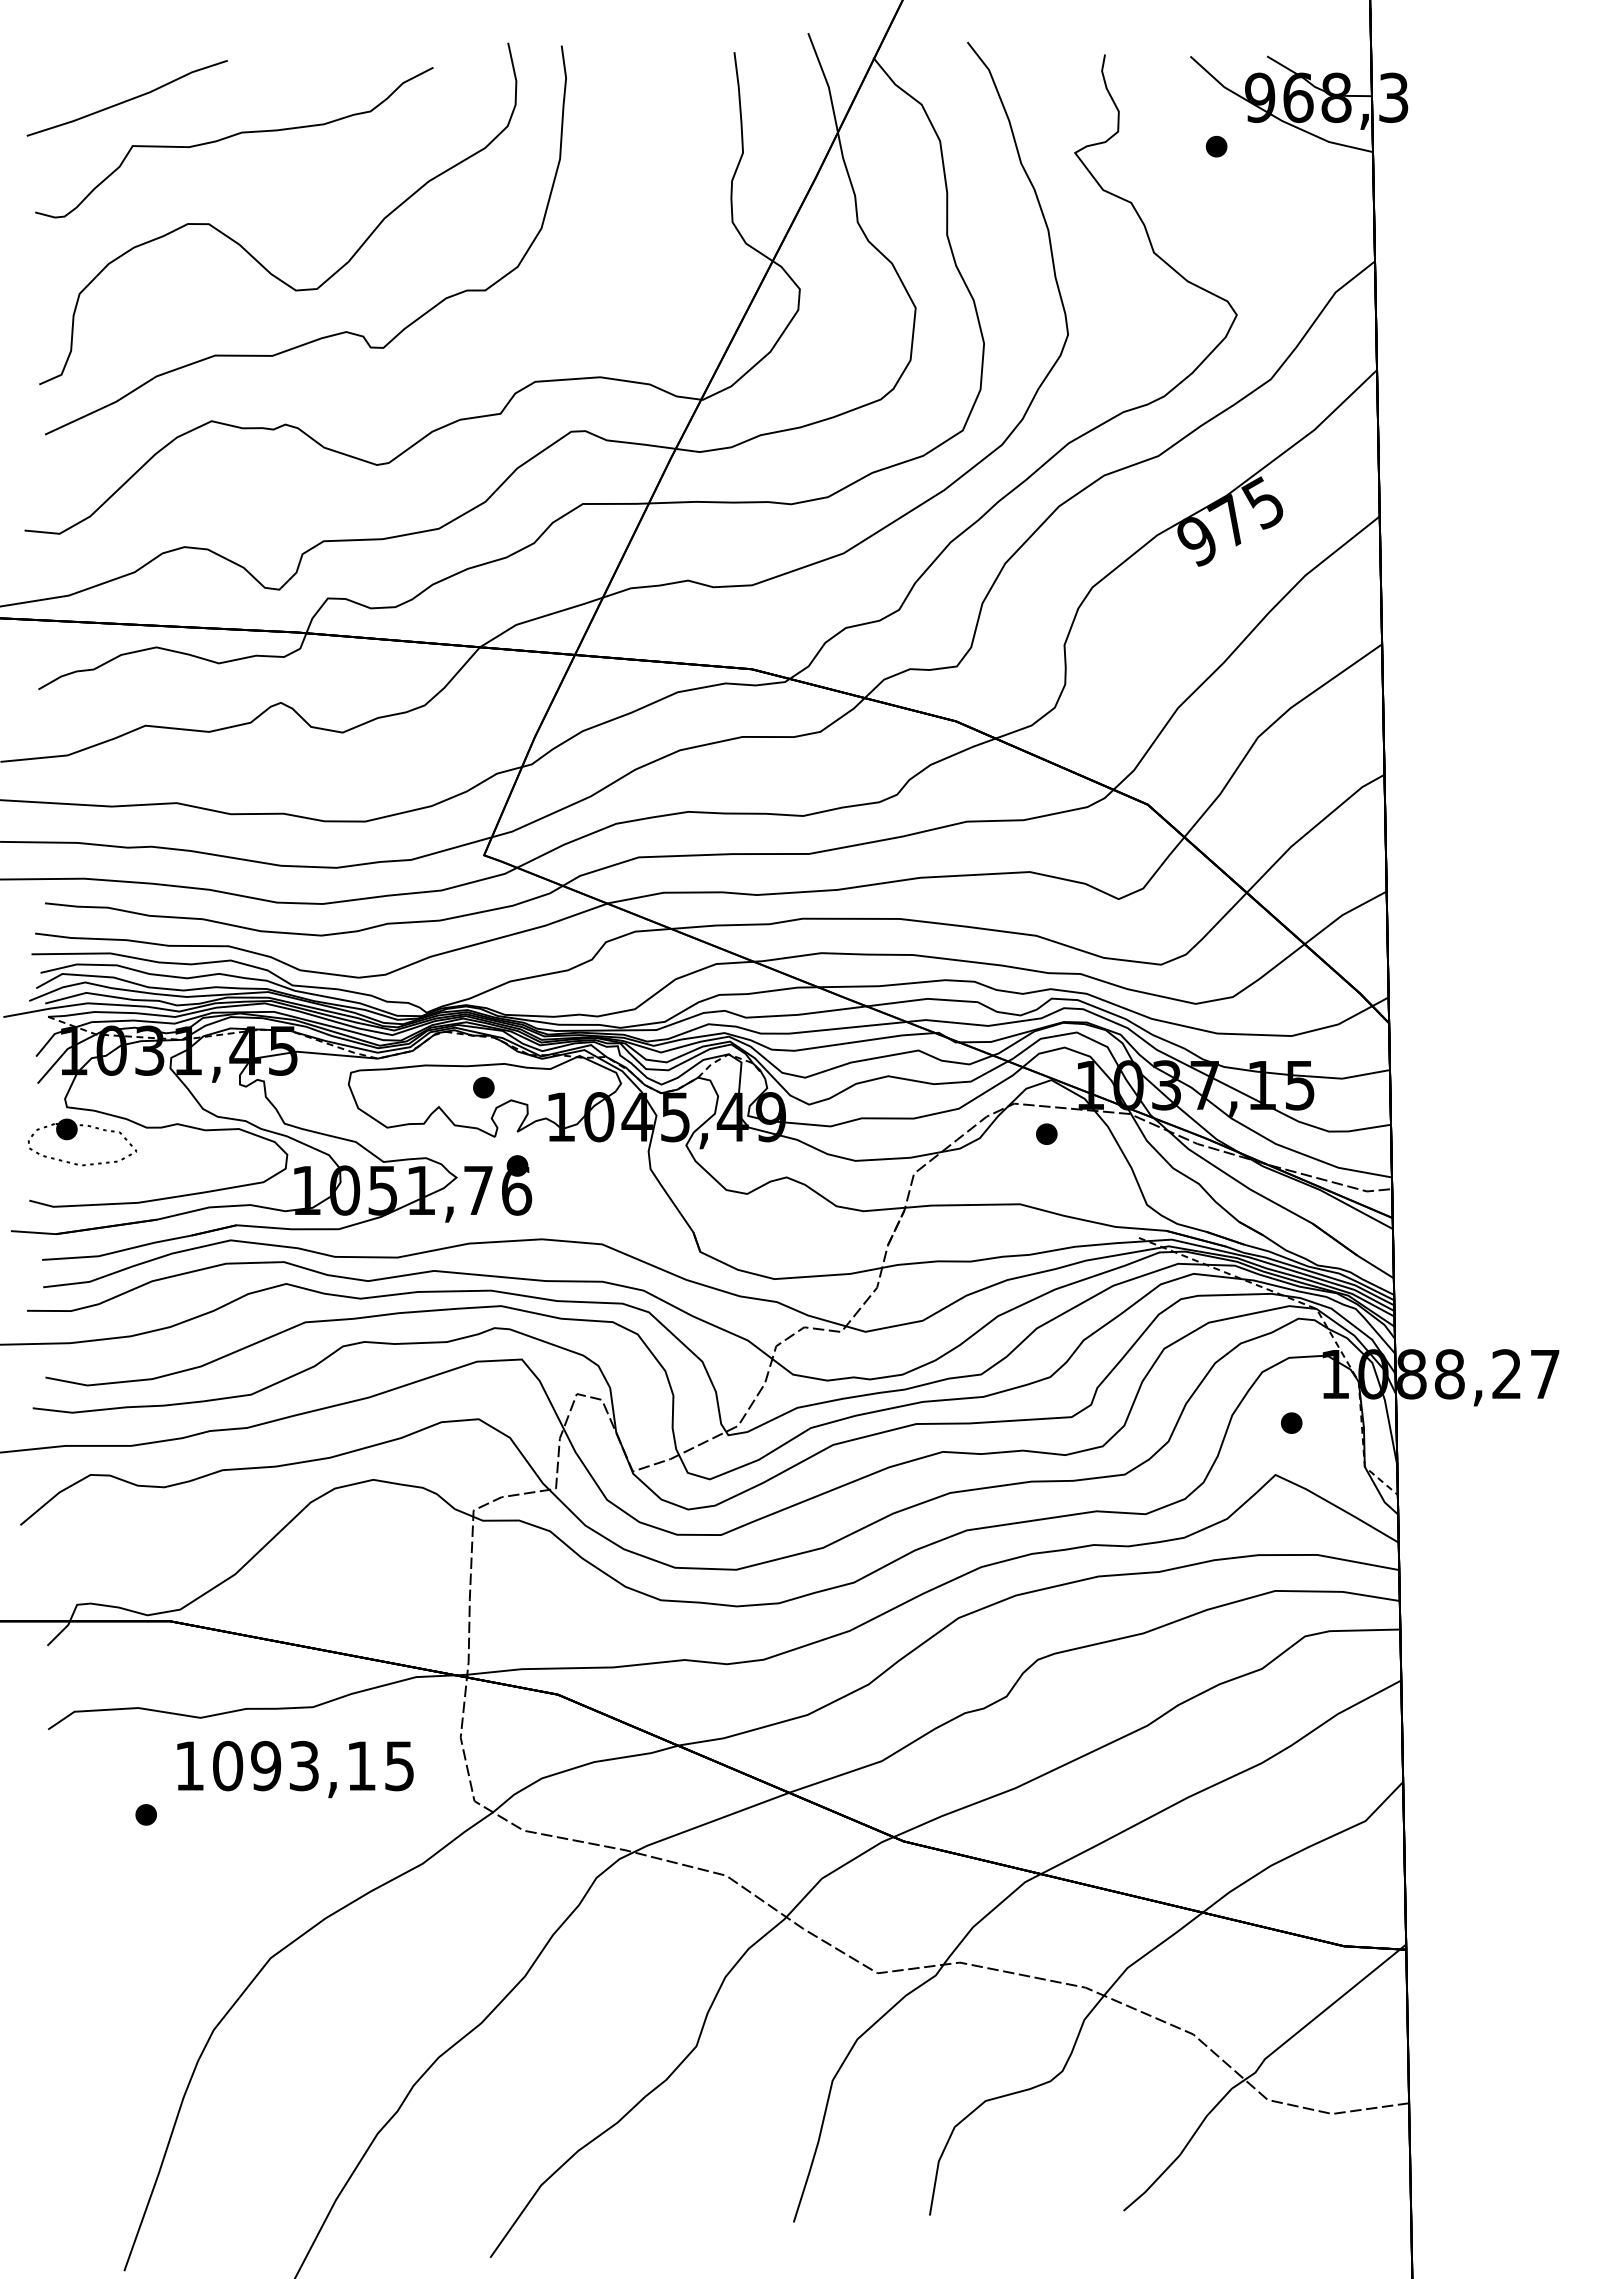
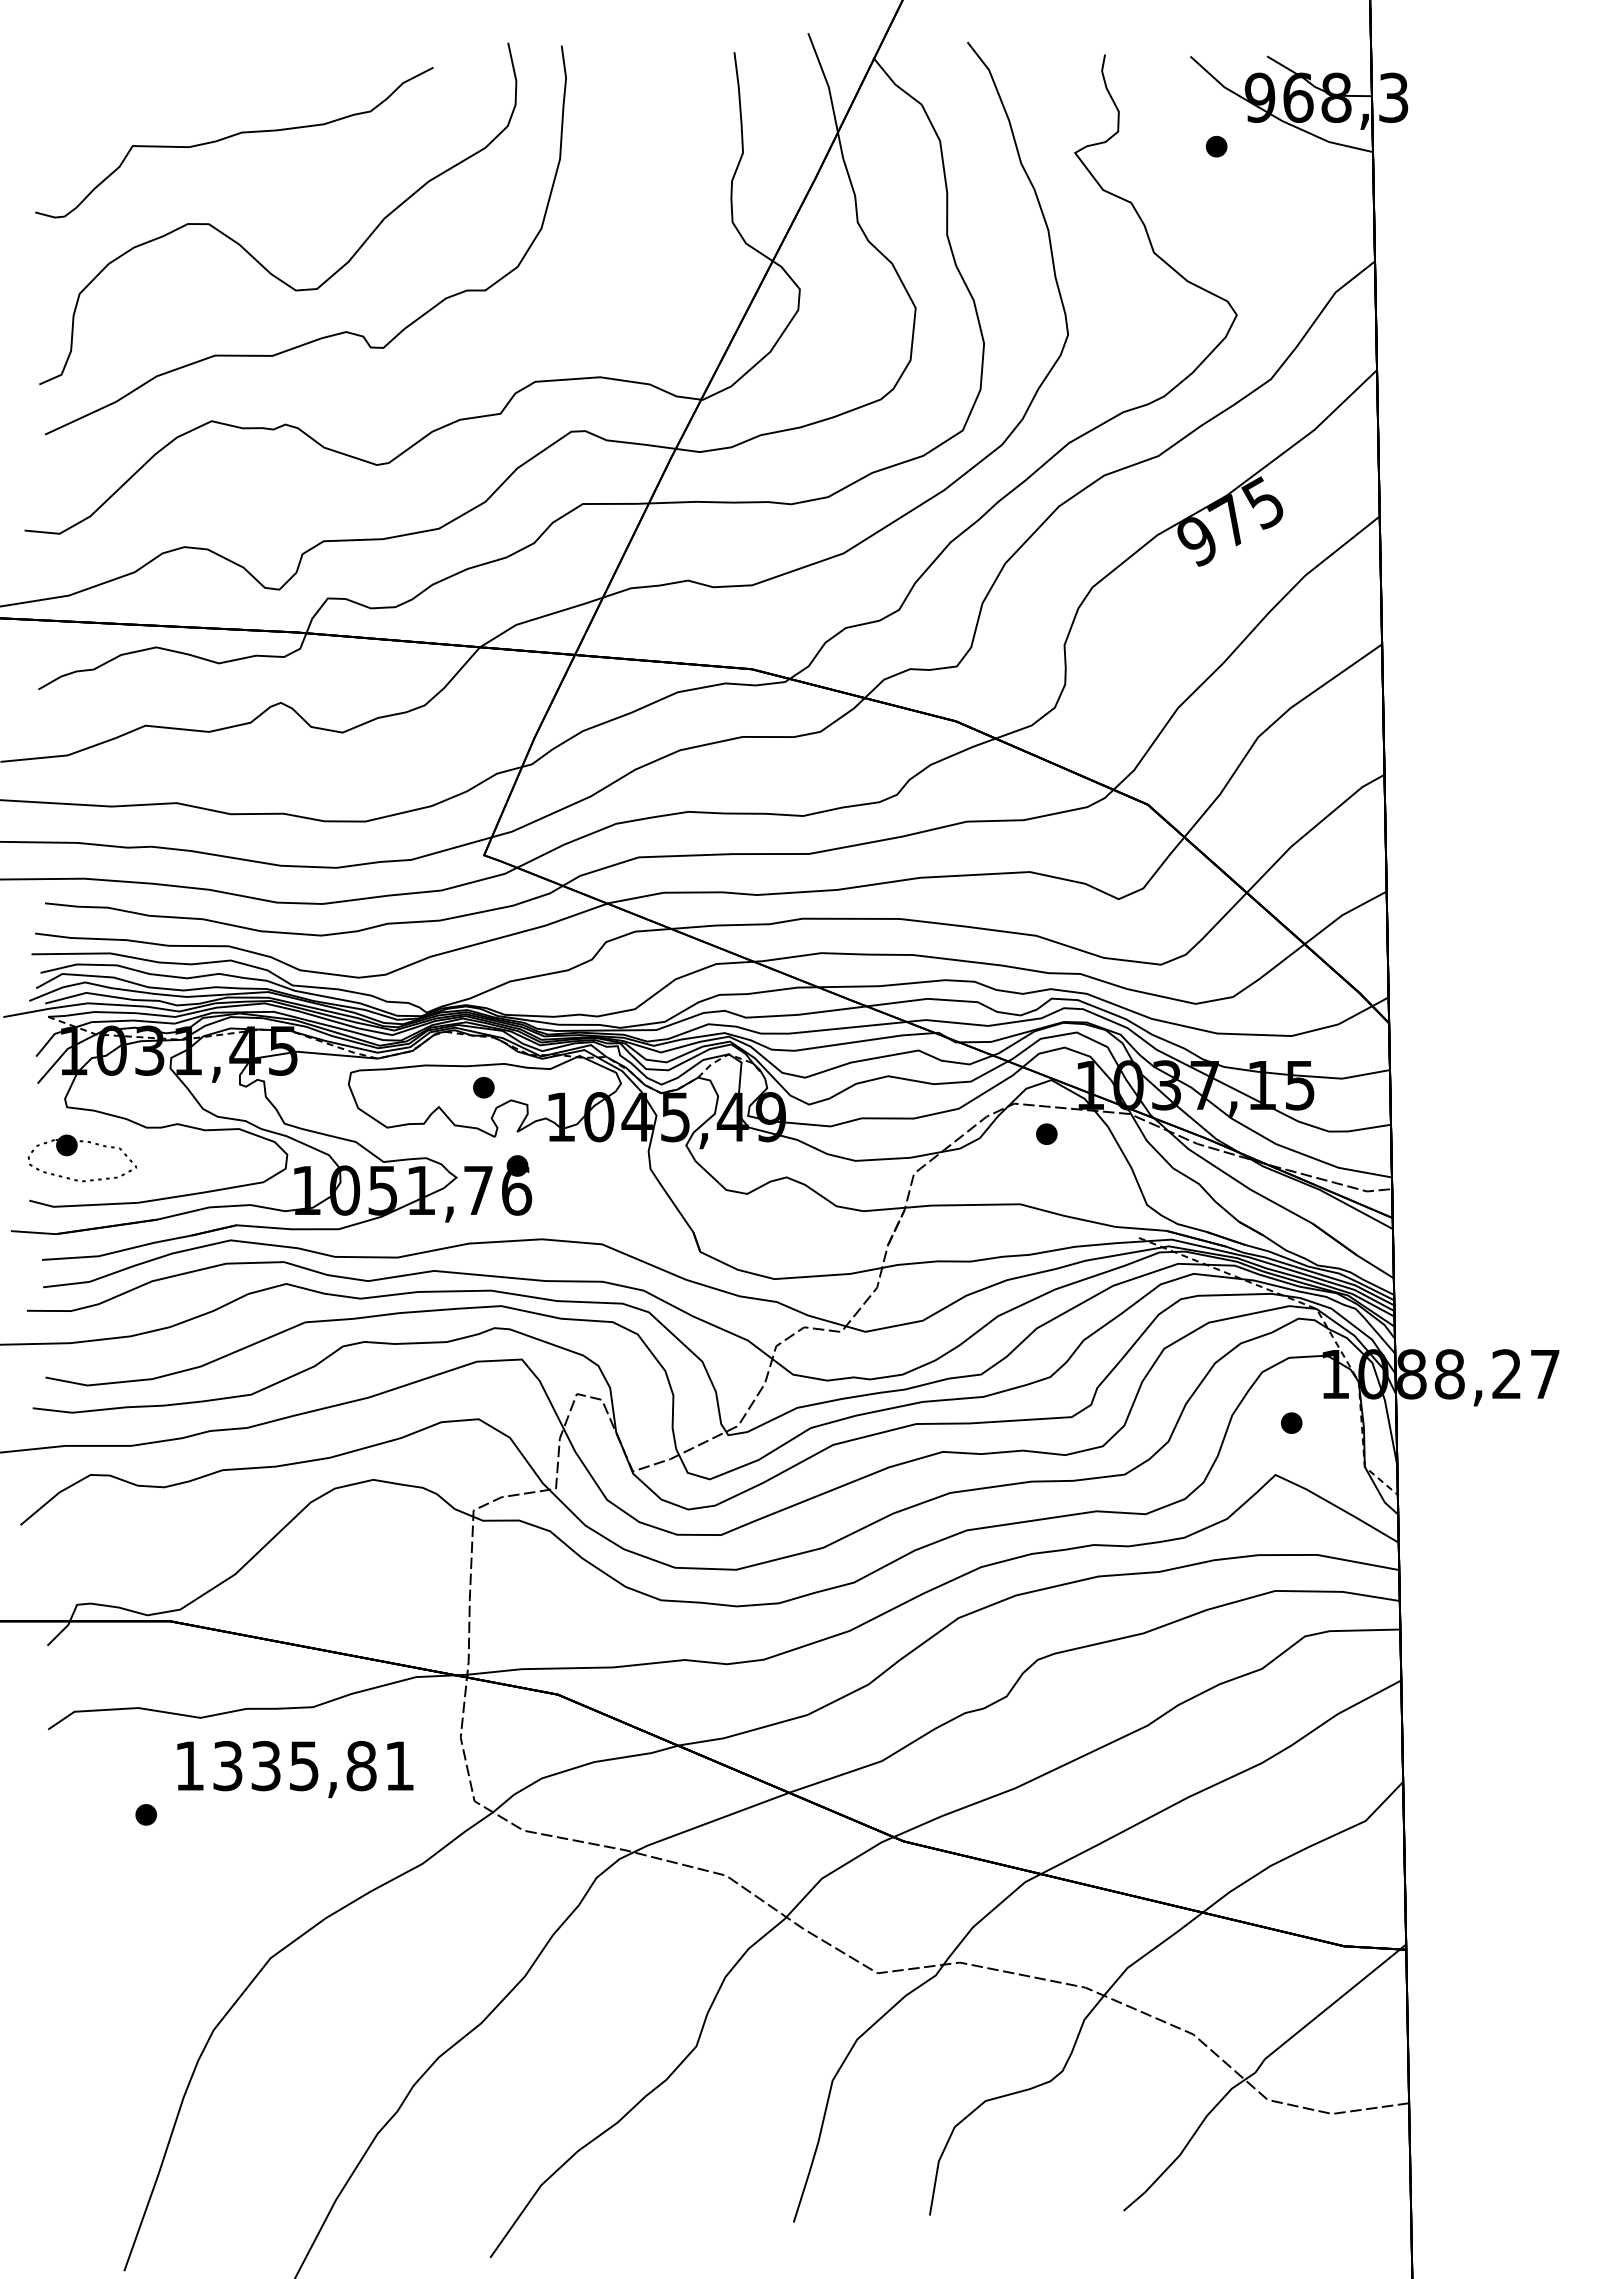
line at (127, 99): present -> none
part at (75, 1136) position: (75, 1136) -> (75, 1152)
text at (313, 1765): 1093,15 -> 1335,81
